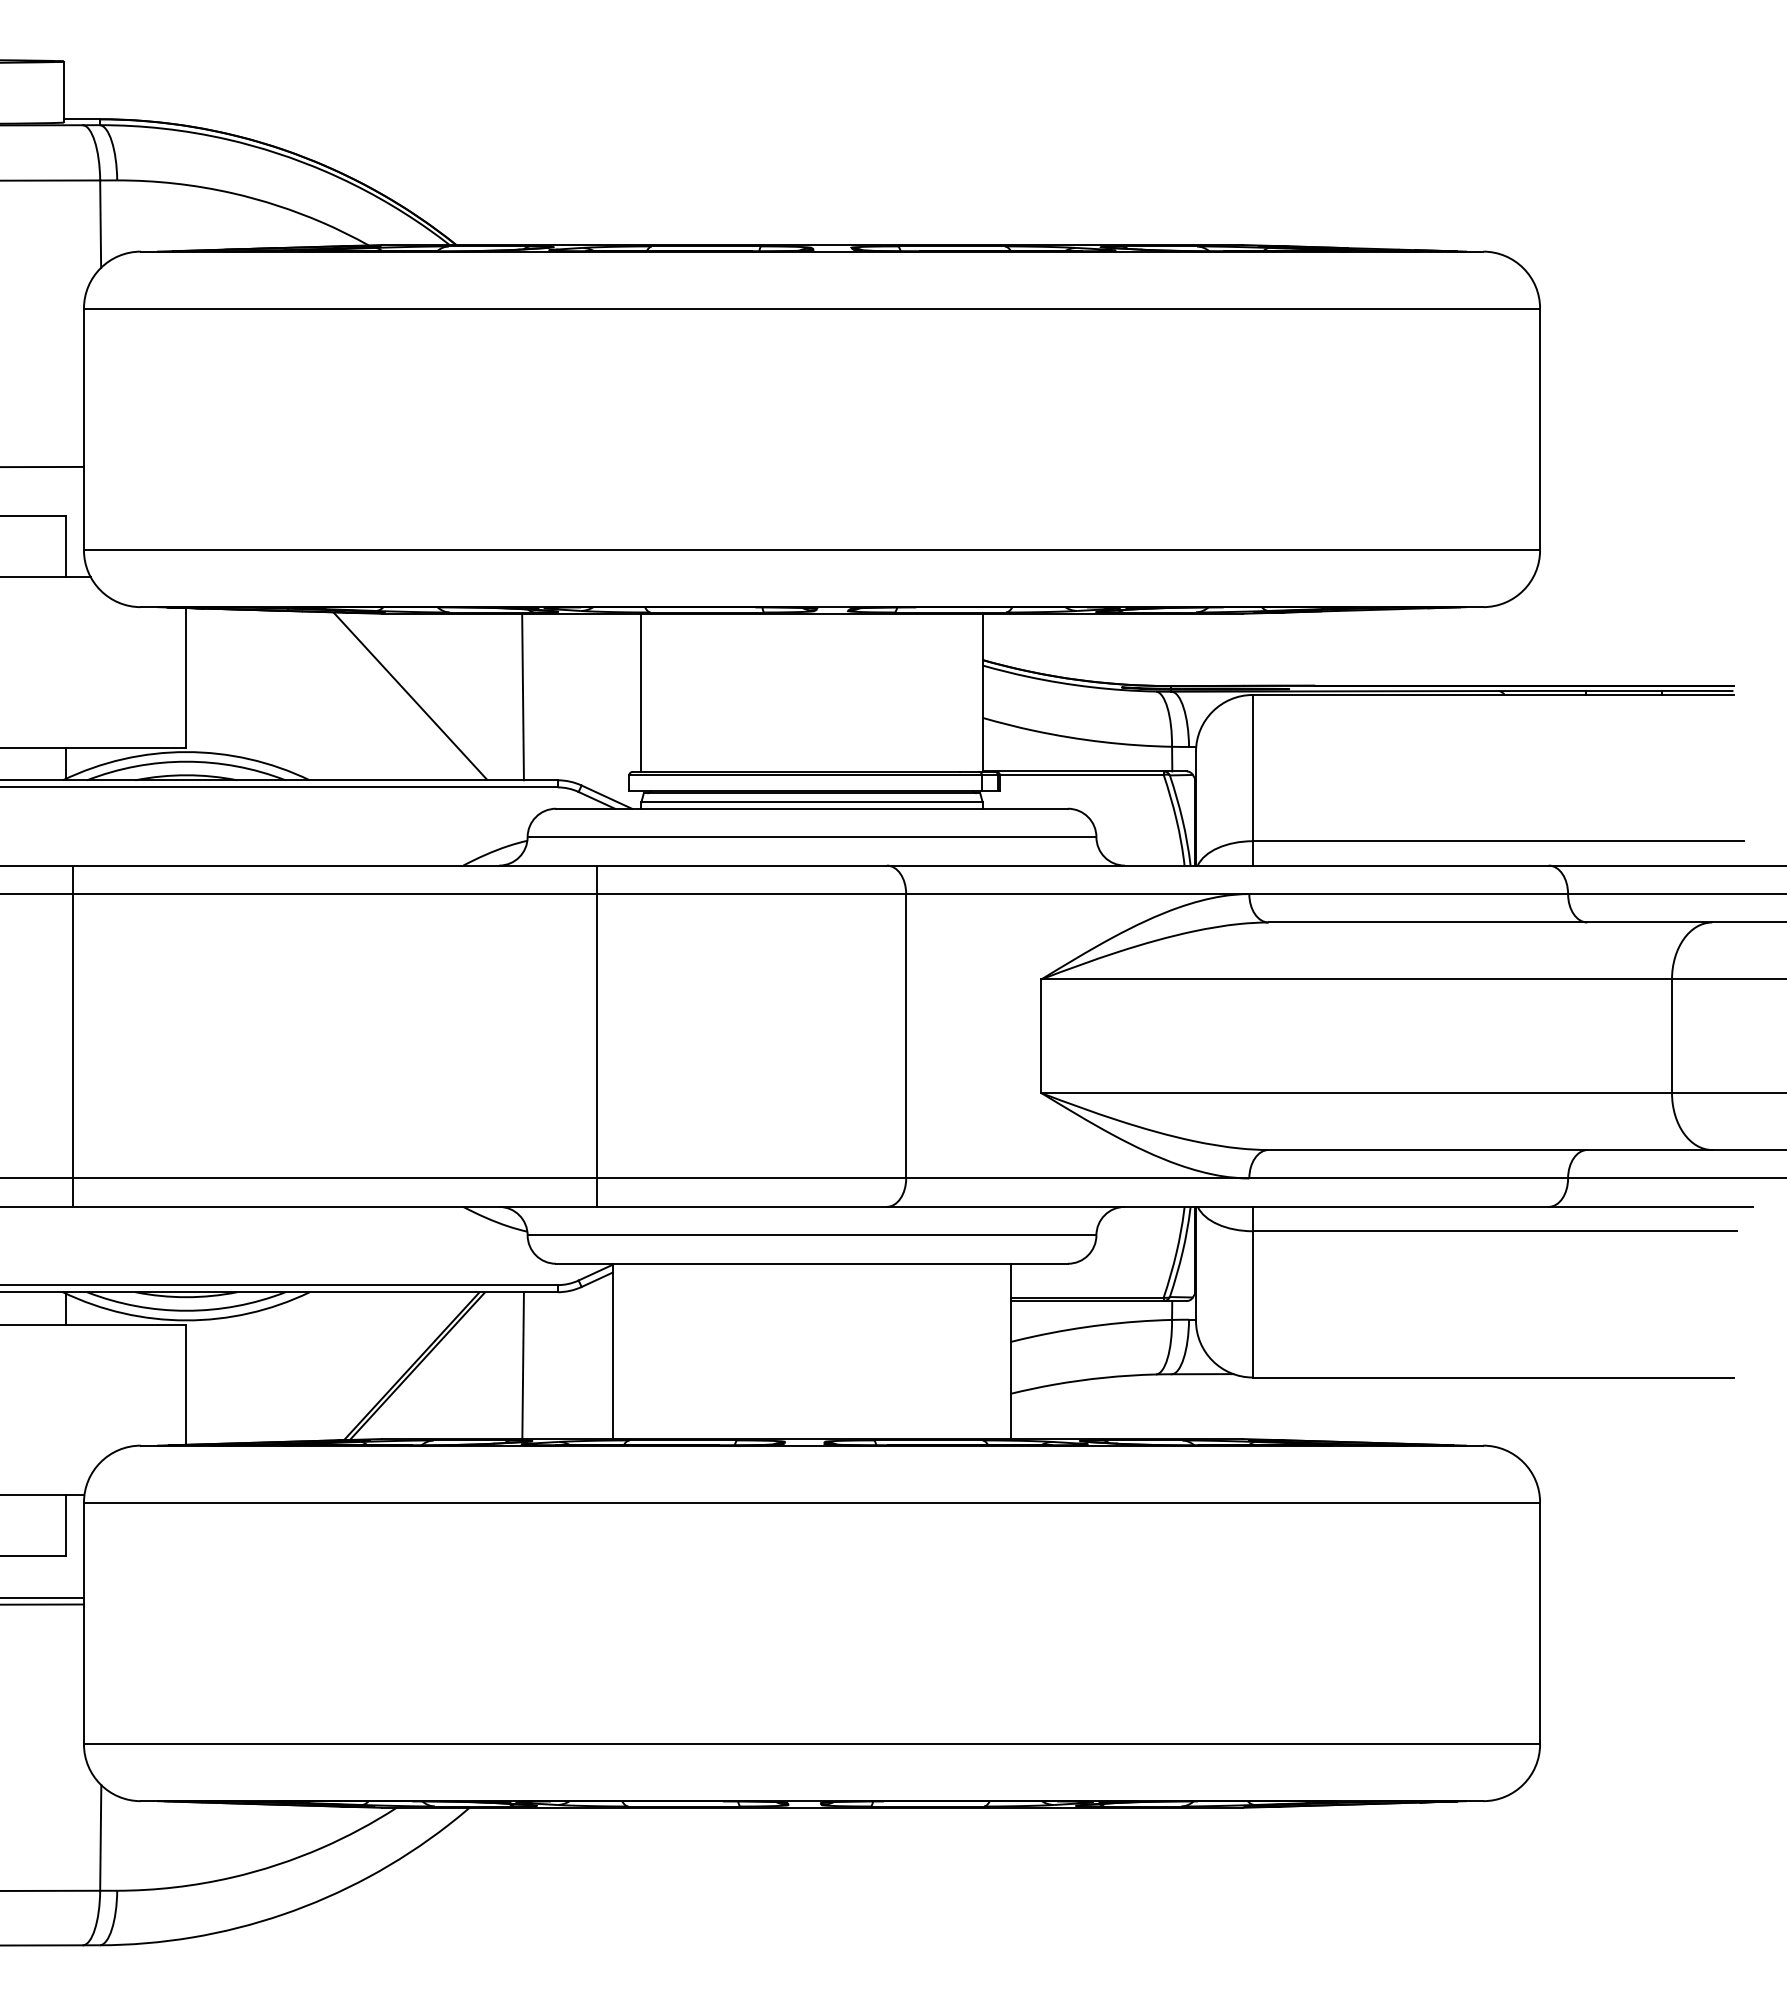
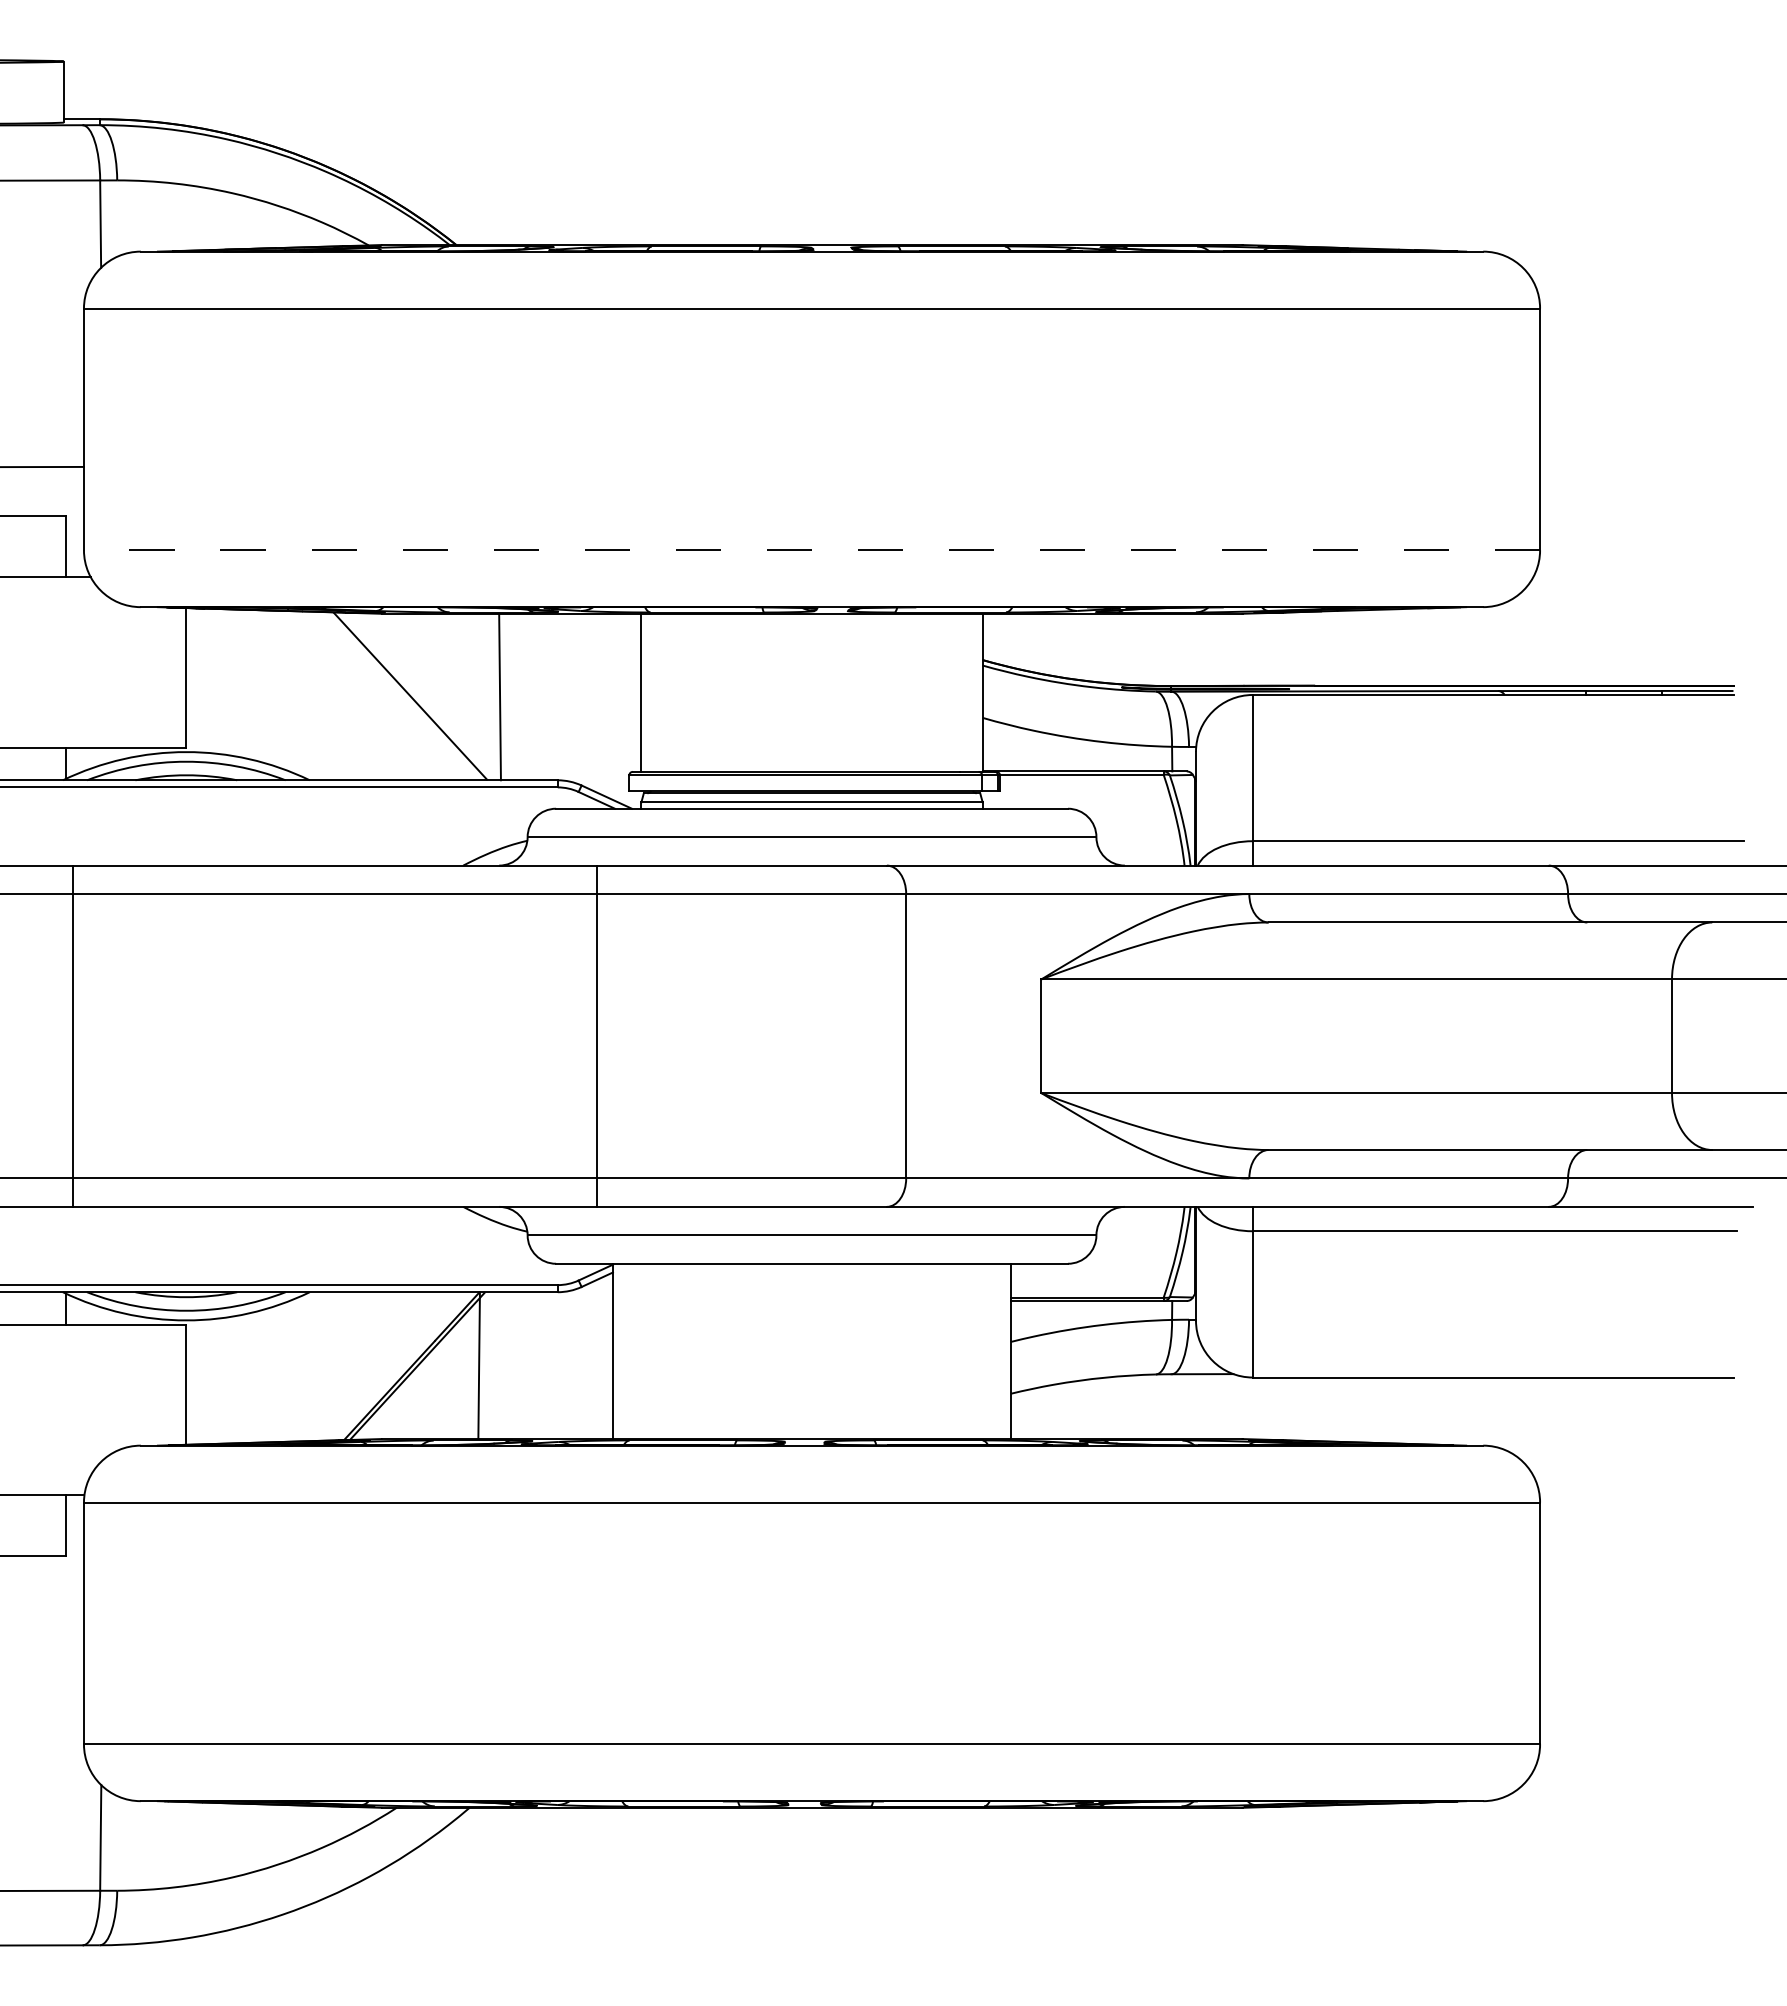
line at (811, 550): solid -> dashed
line at (522, 696) position: (522, 696) -> (499, 696)
line at (522, 1365) position: (522, 1365) -> (478, 1365)
line at (42, 1597): present -> none
line at (42, 1604): present -> none
